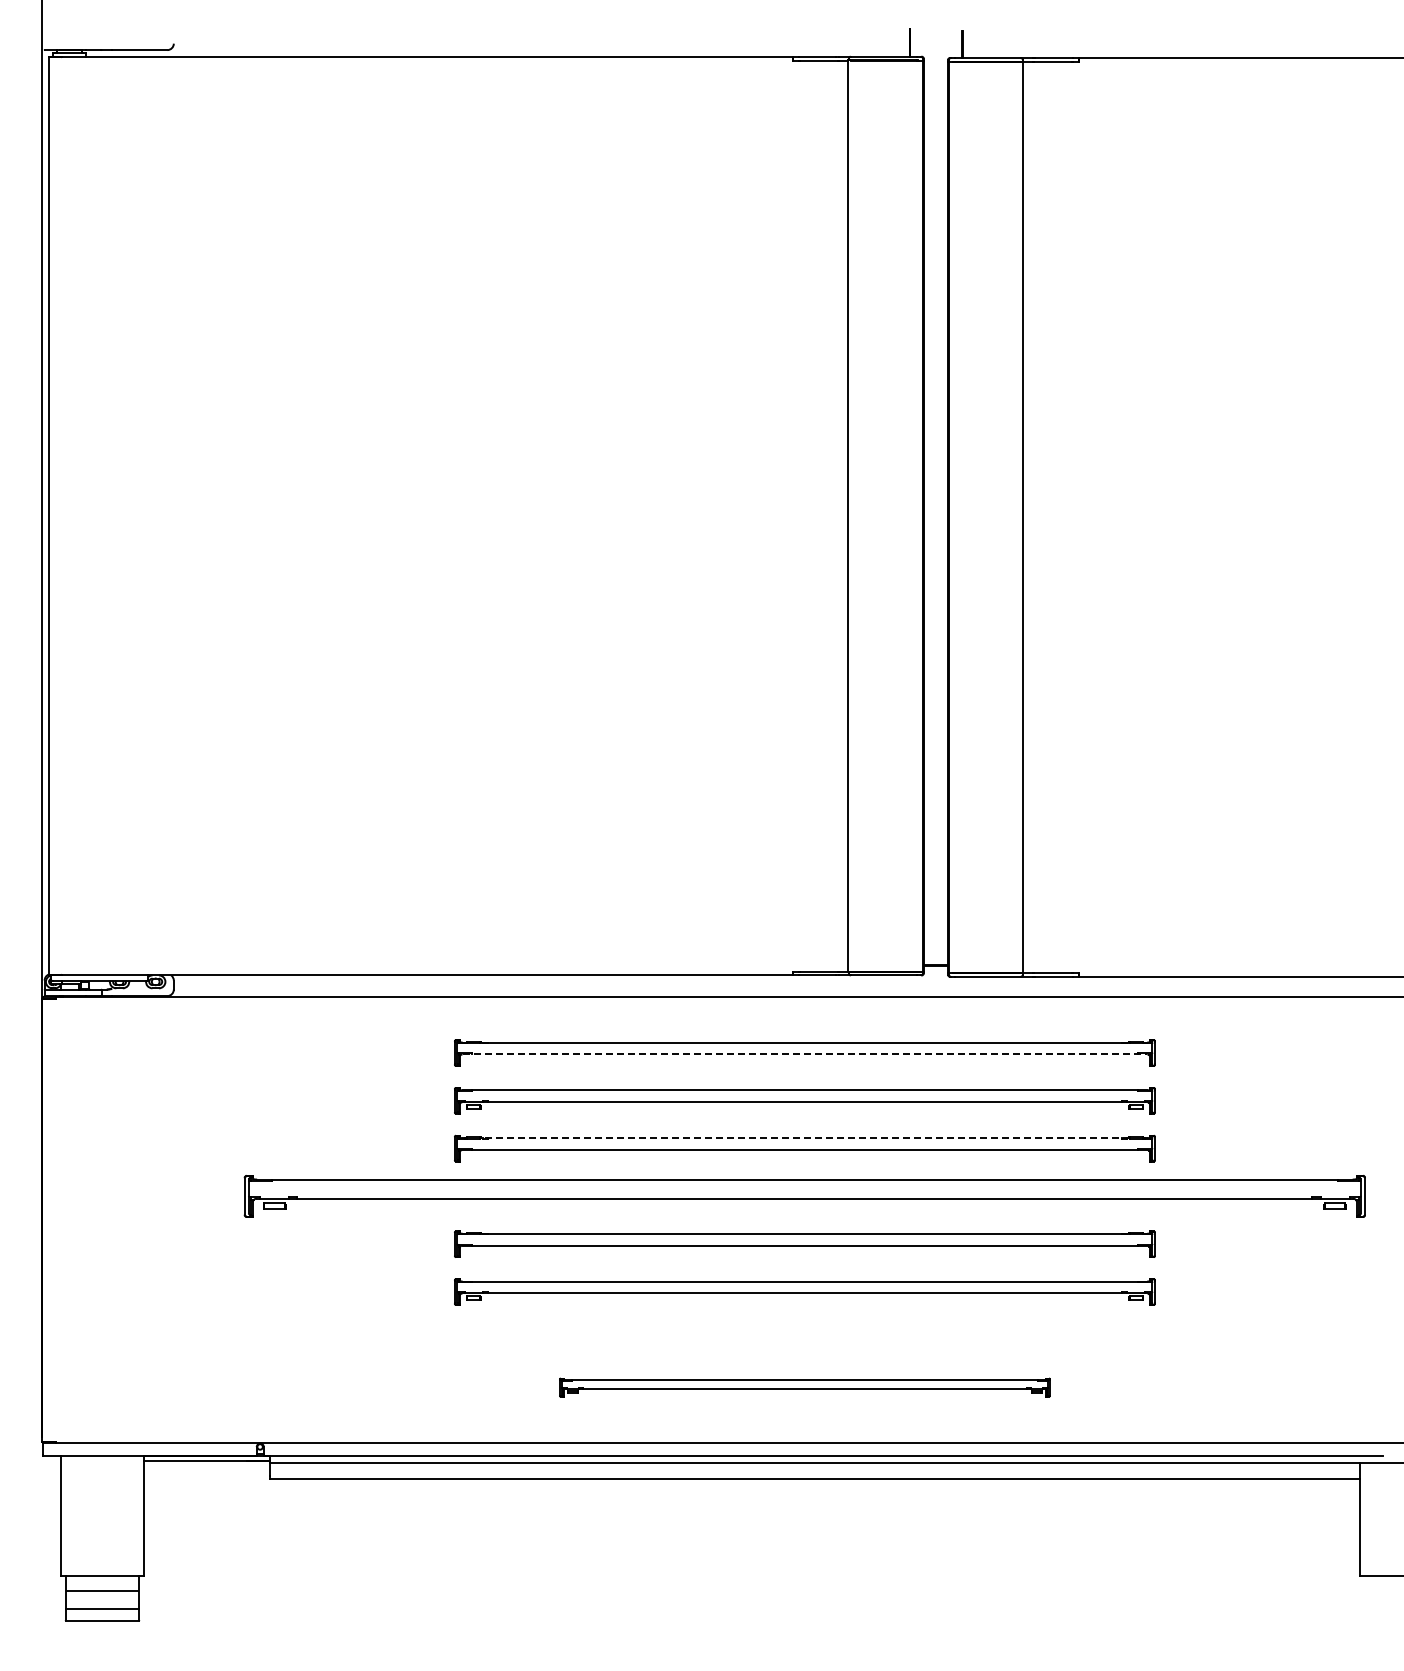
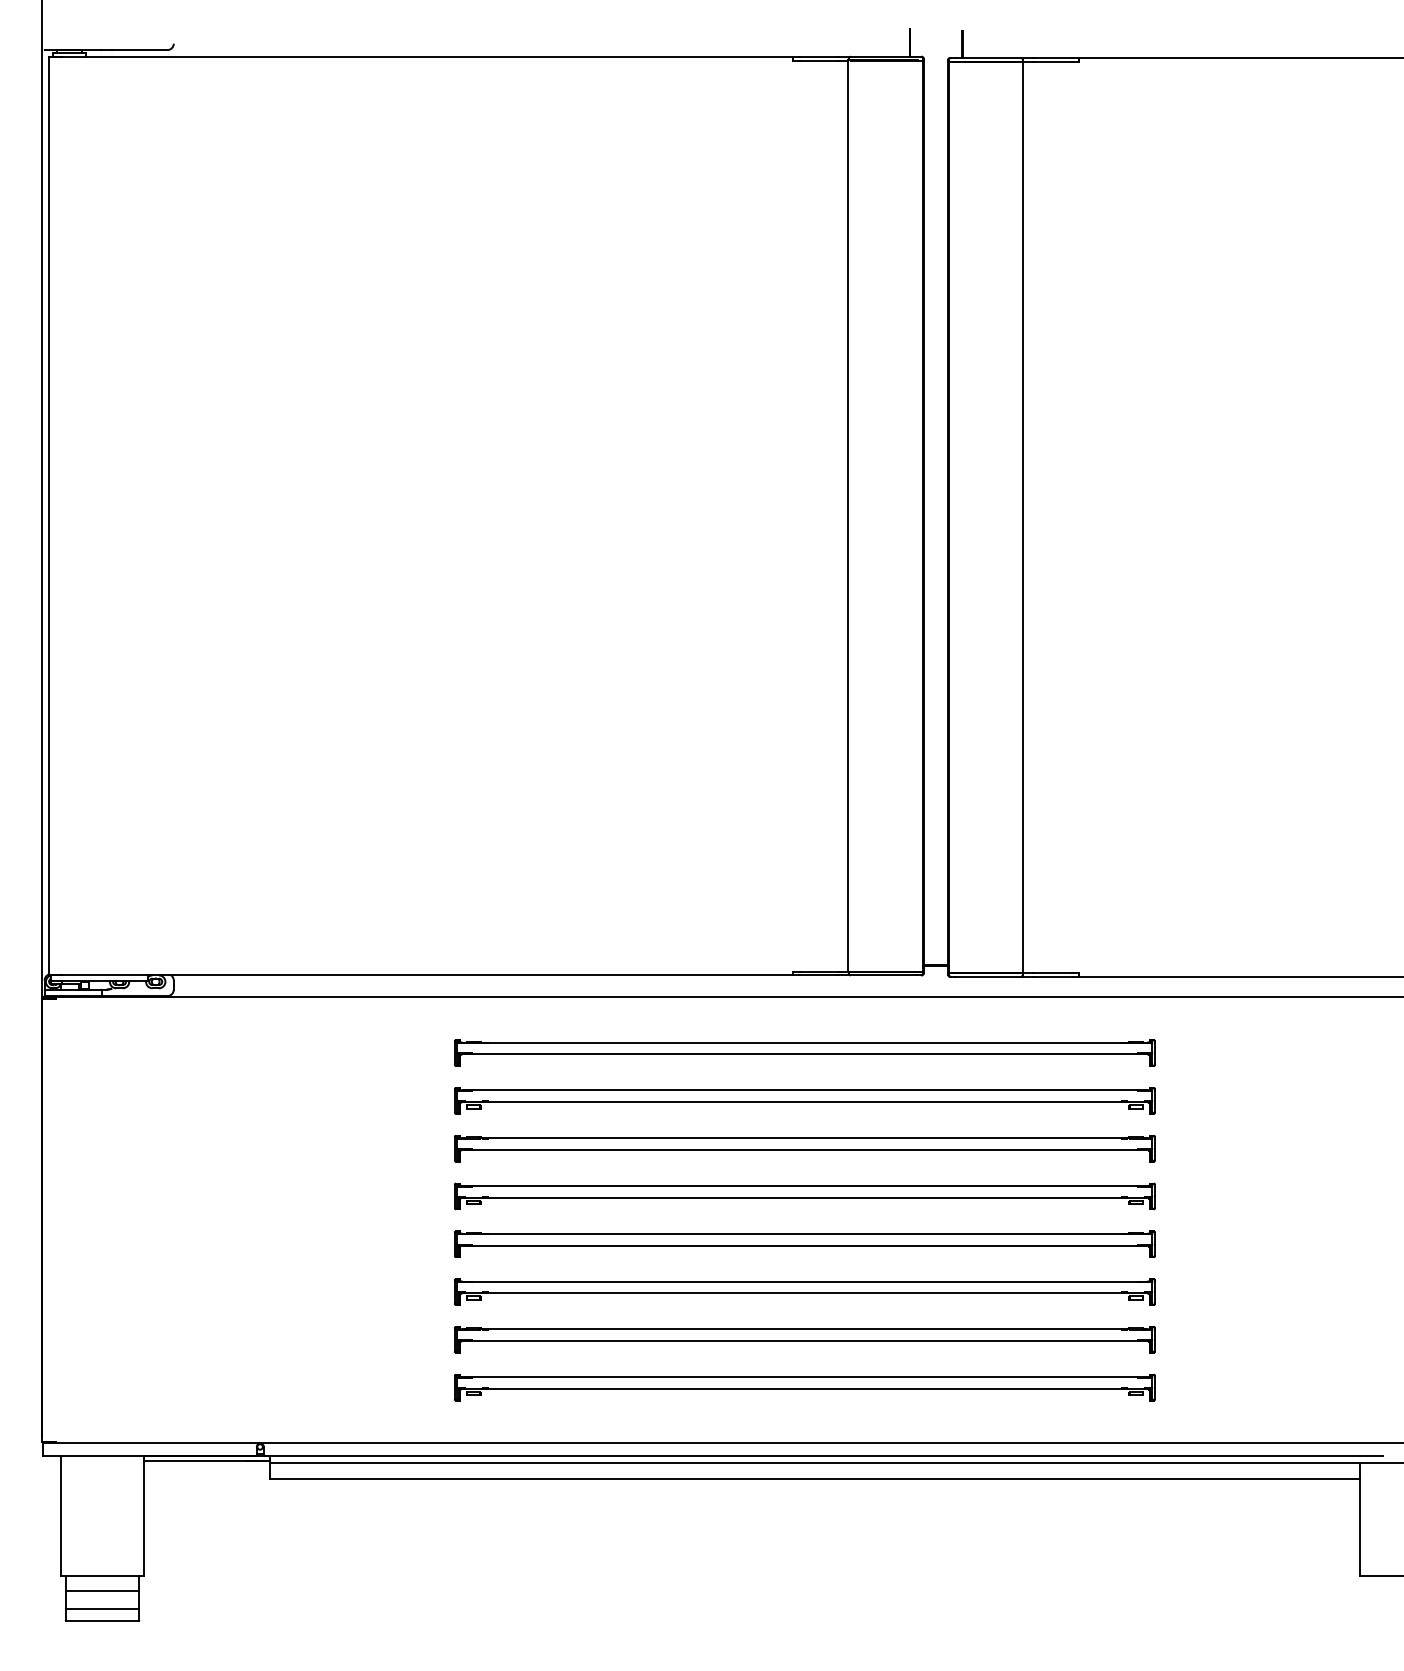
line at (805, 1054): dashed -> solid
line at (804, 1138): dashed -> solid
part at (804, 1195) size: 1123x44 px -> 702x29 px
part at (804, 1339): none -> present
part at (804, 1387) size: 492x21 px -> 702x29 px
